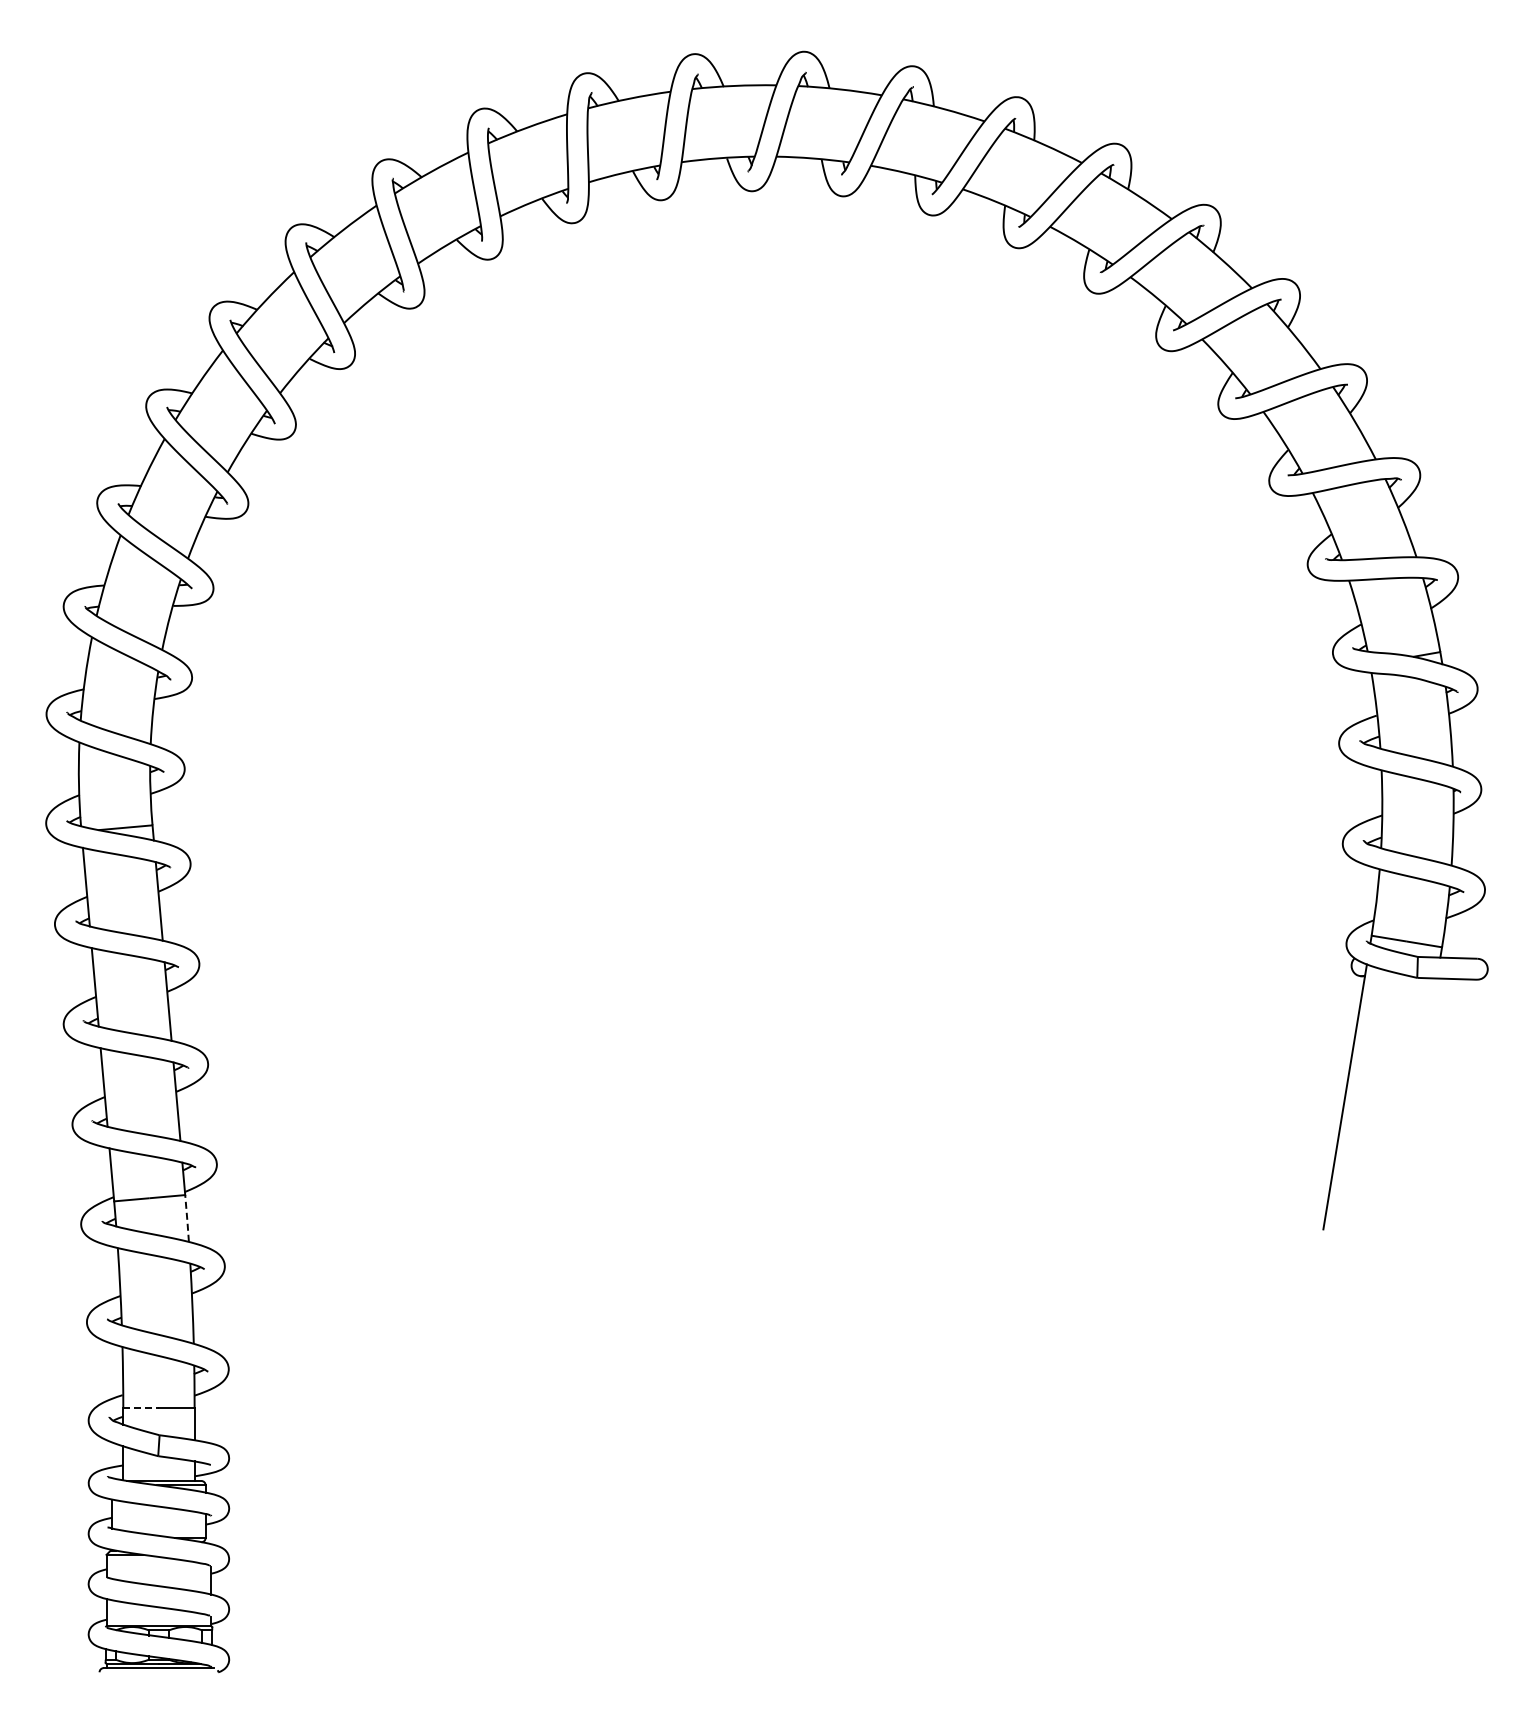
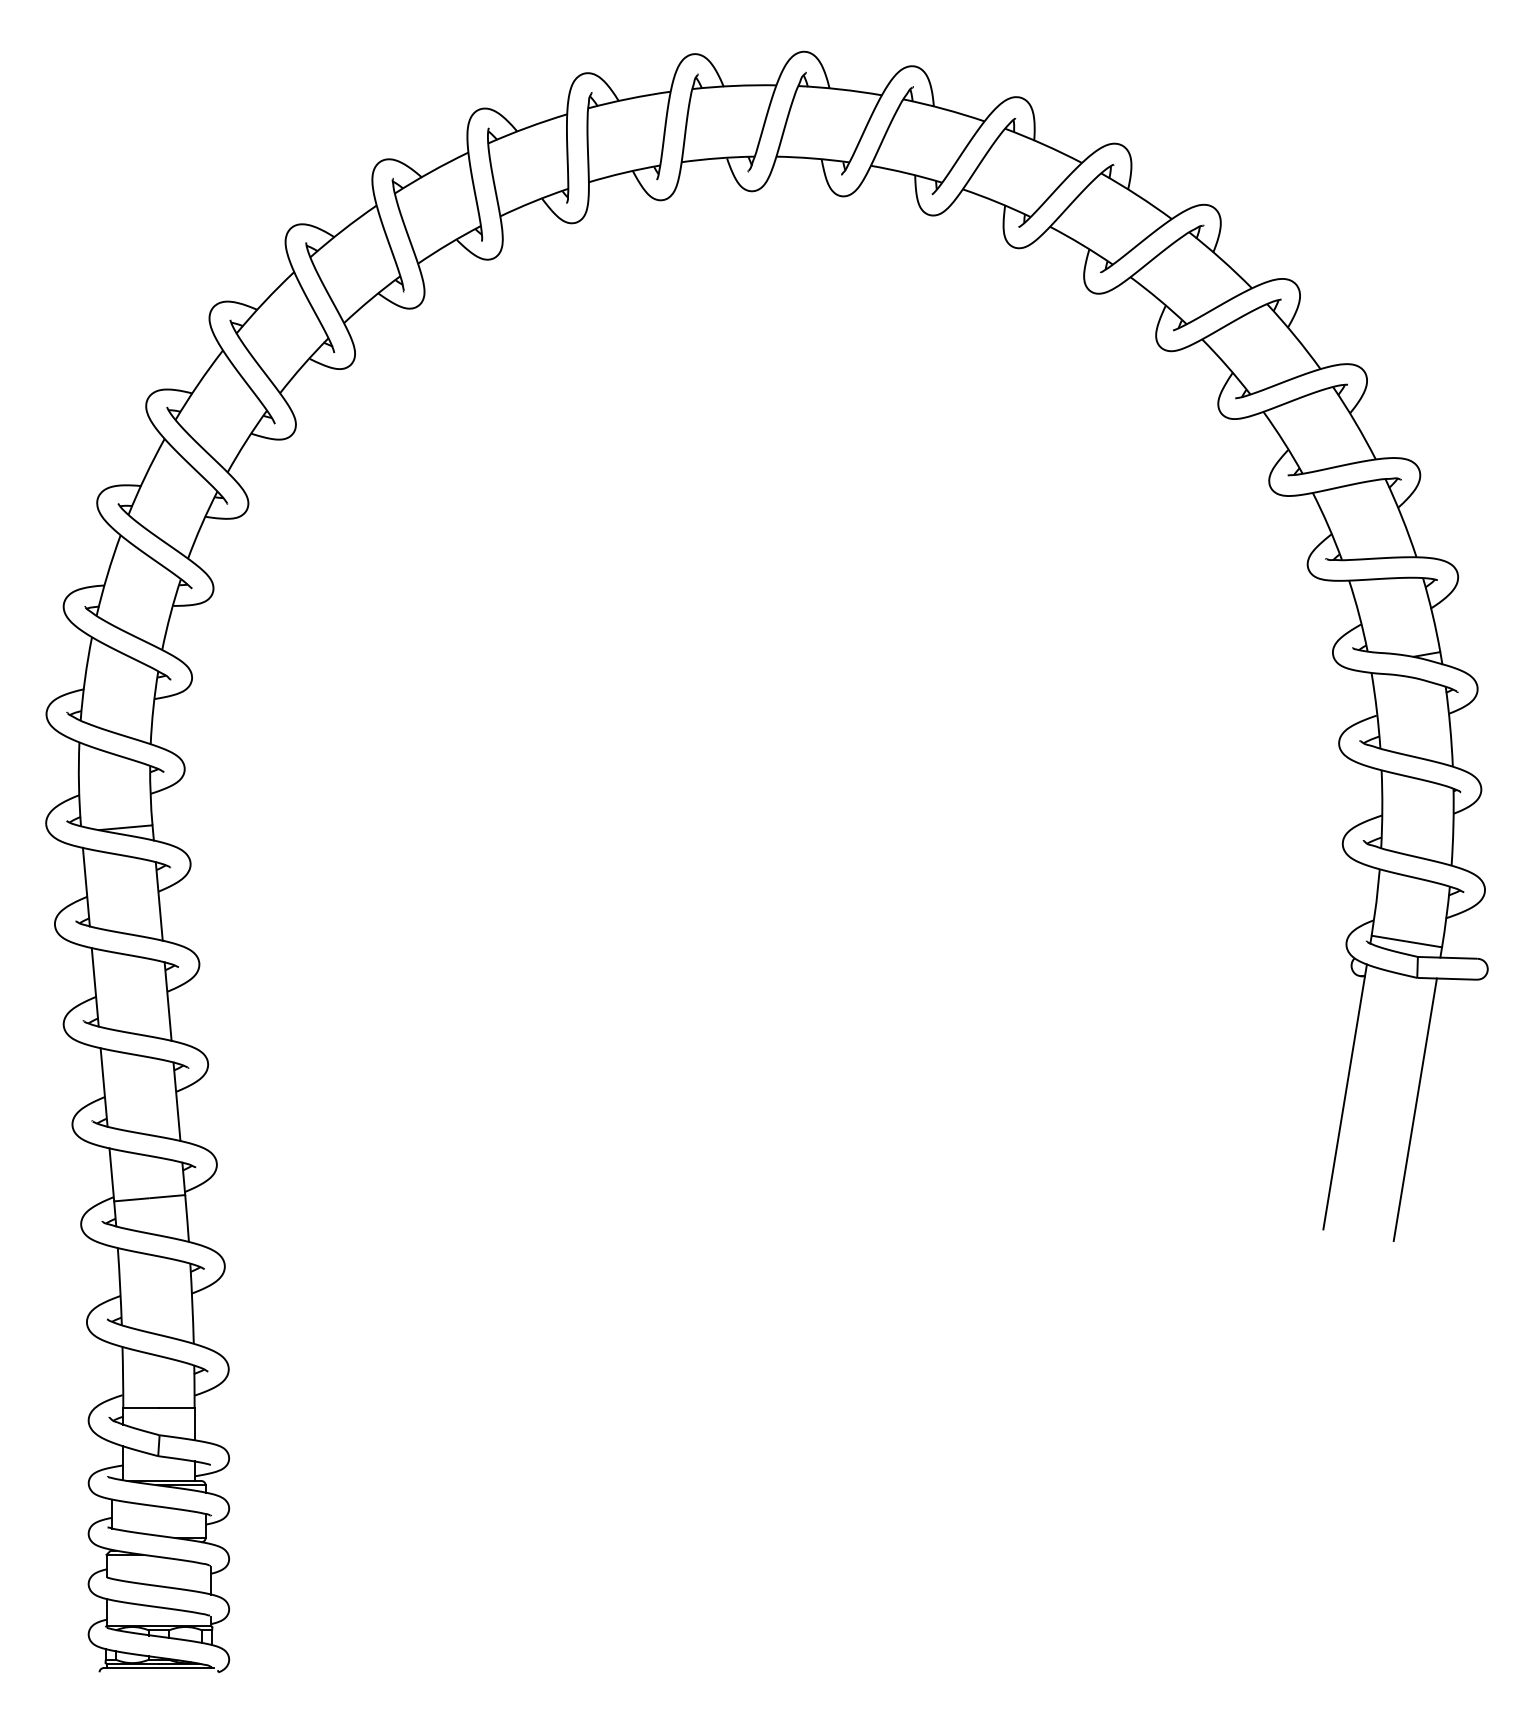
line at (1414, 1109): none -> present
line at (187, 1218): dashed -> solid
line at (141, 1408): dashed -> solid
